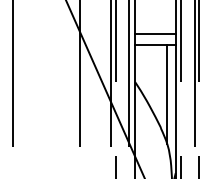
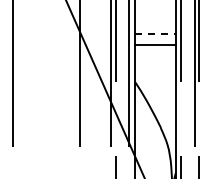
line at (155, 33): solid -> dashed
line at (167, 94): present -> none
